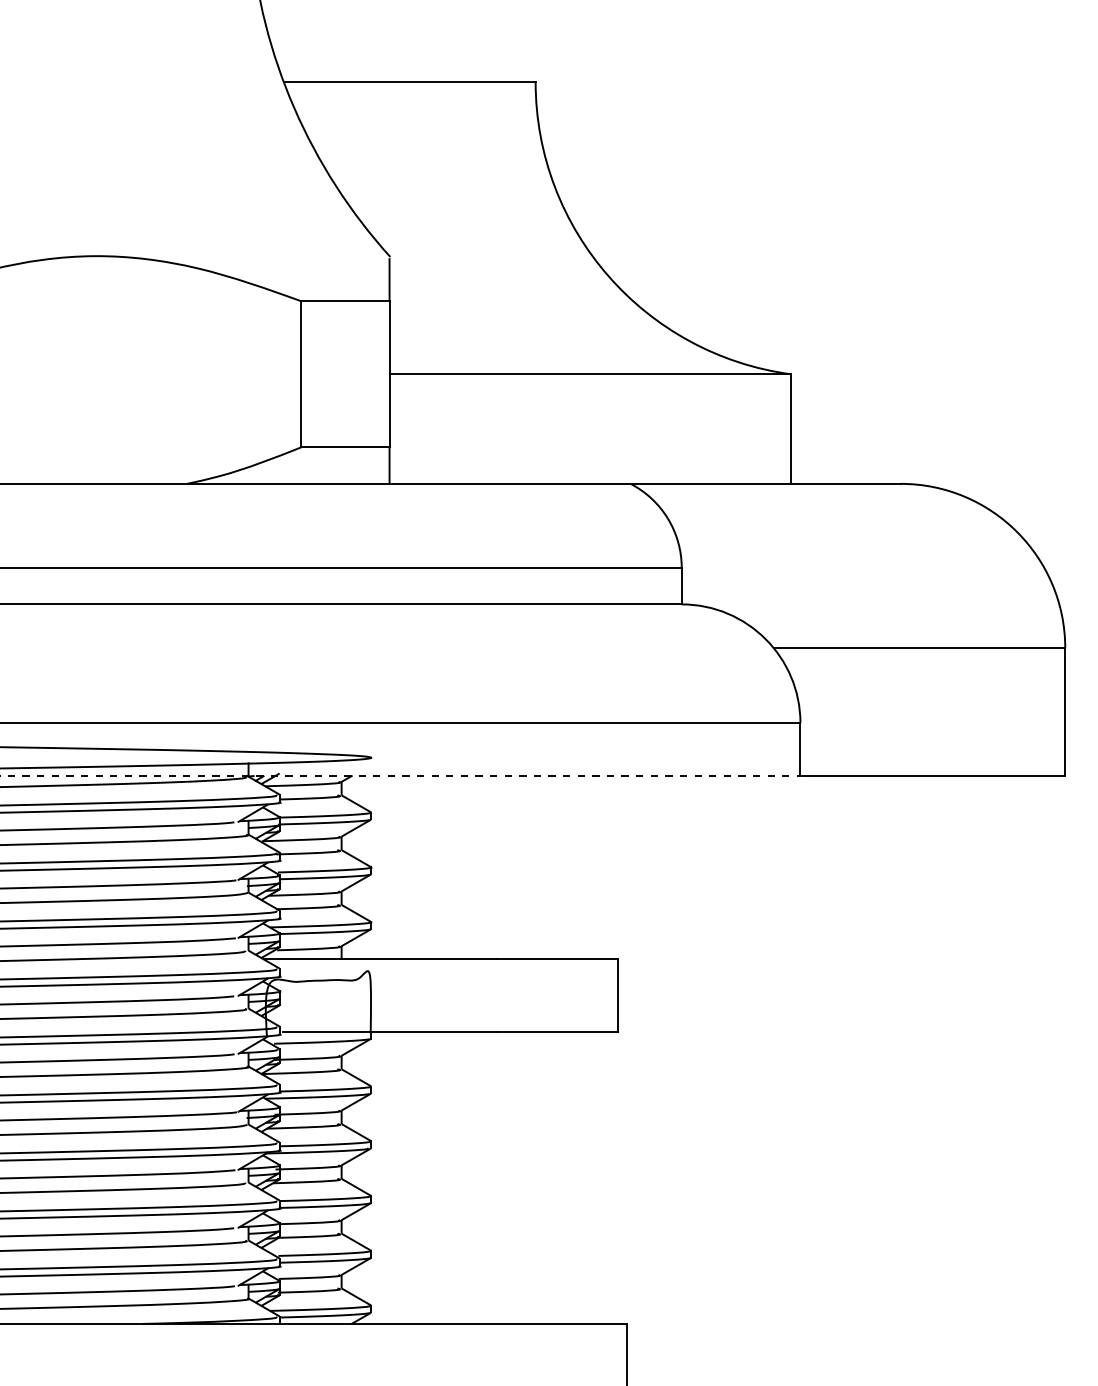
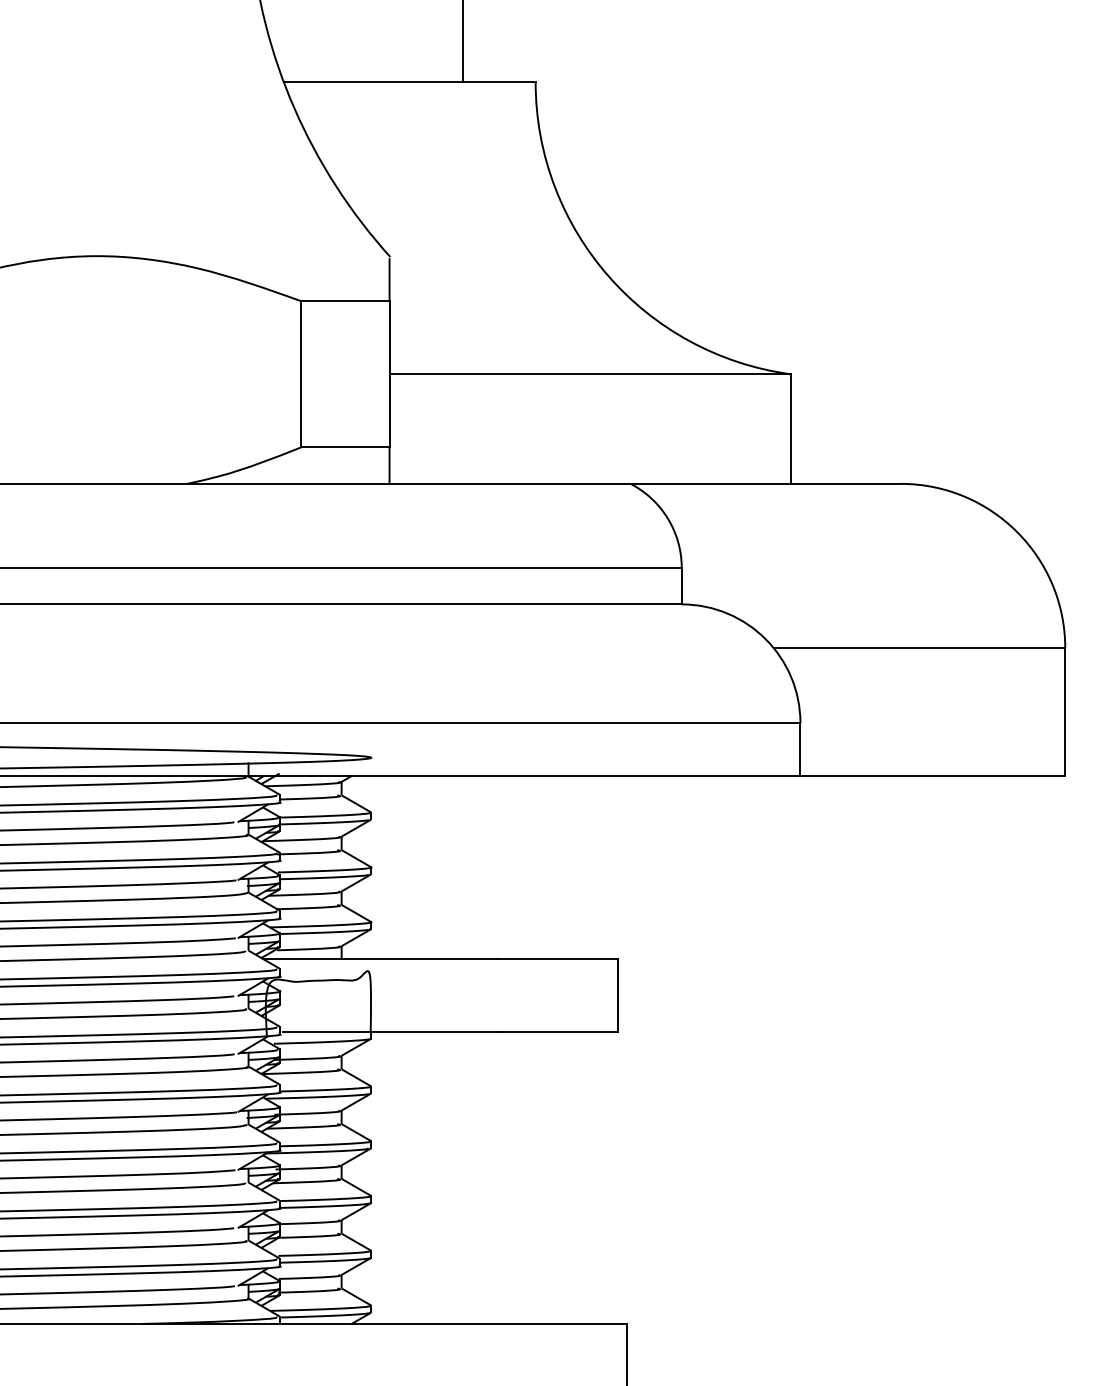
line at (462, 42): none -> present
line at (400, 776): dashed -> solid
